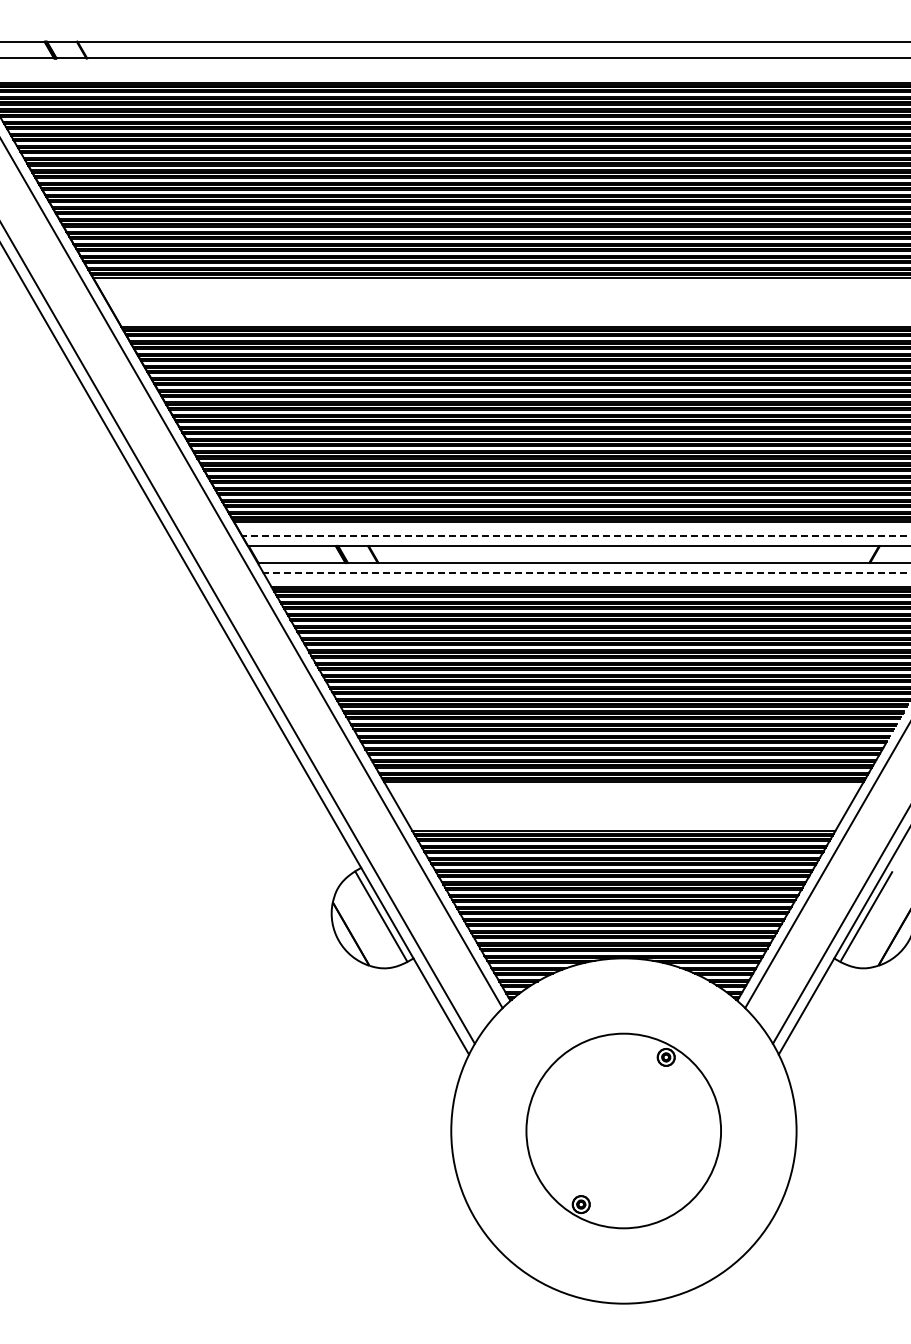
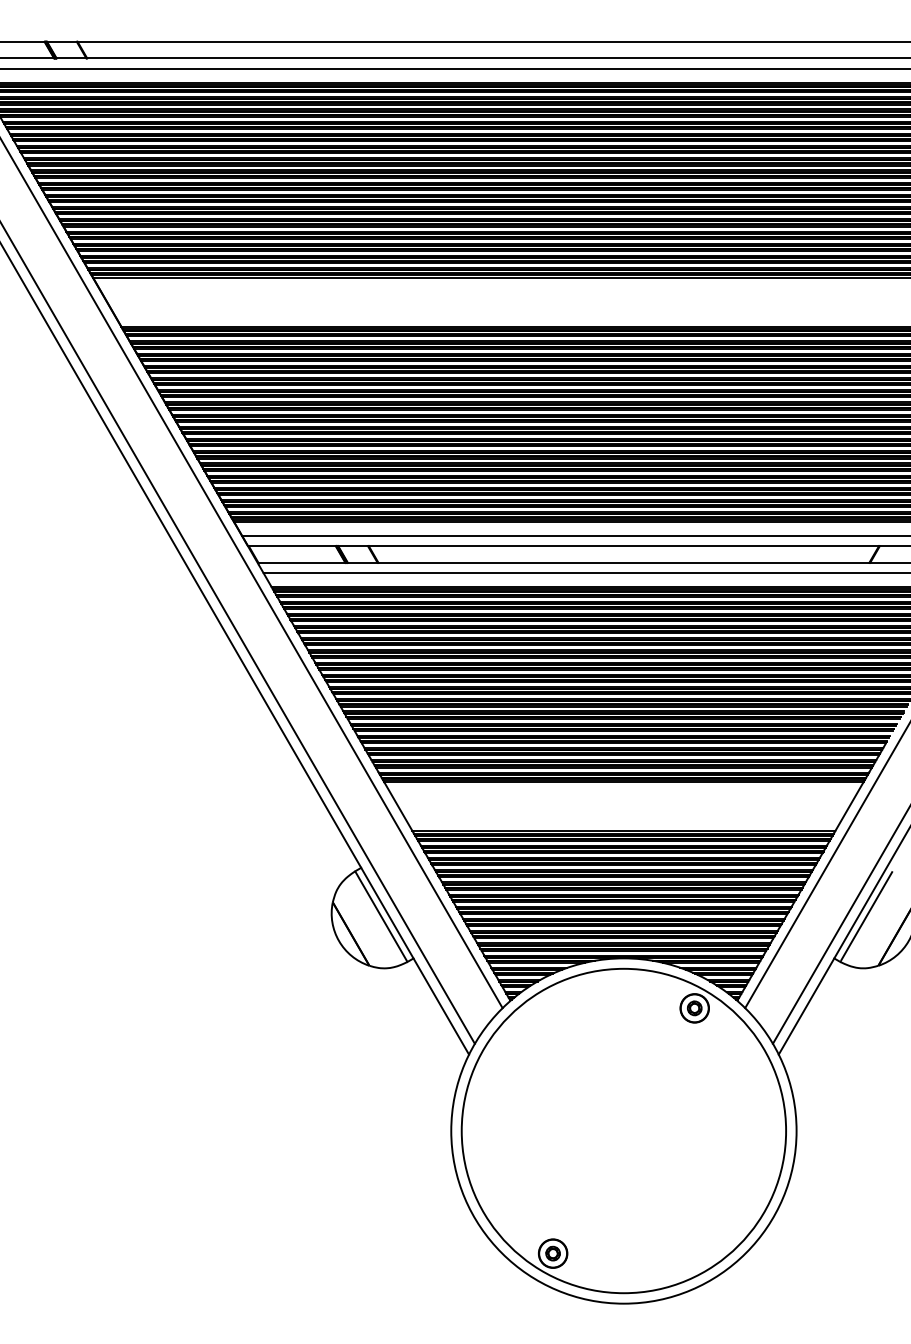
line at (454, 68): none -> present
line at (575, 535): dashed -> solid
line at (586, 573): dashed -> solid
part at (623, 1130) size: 197x198 px -> 327x328 px
